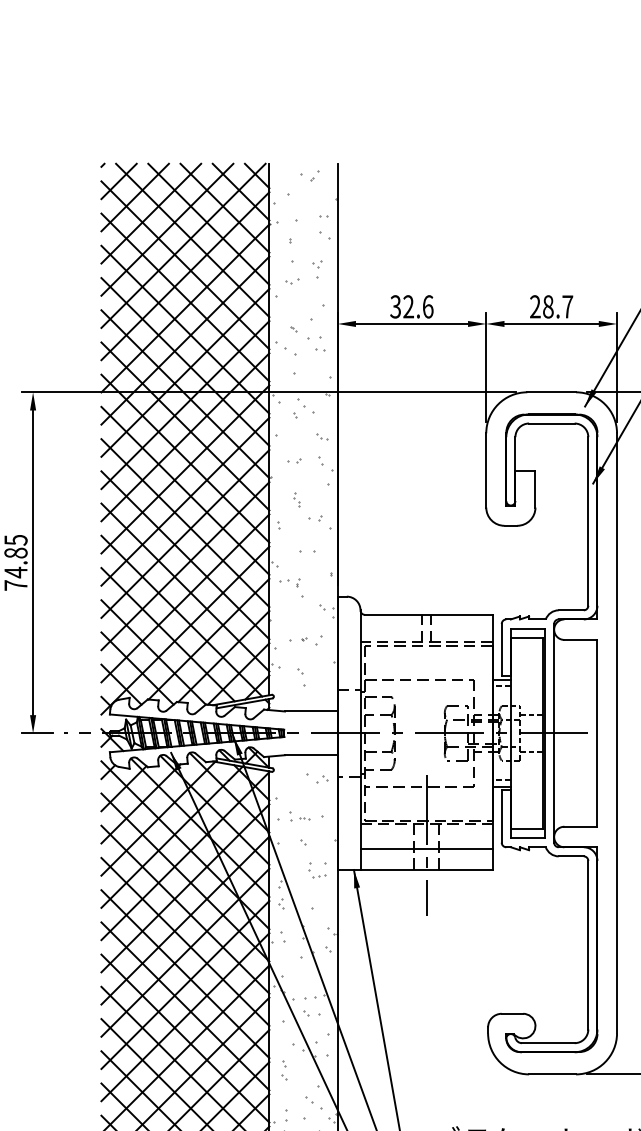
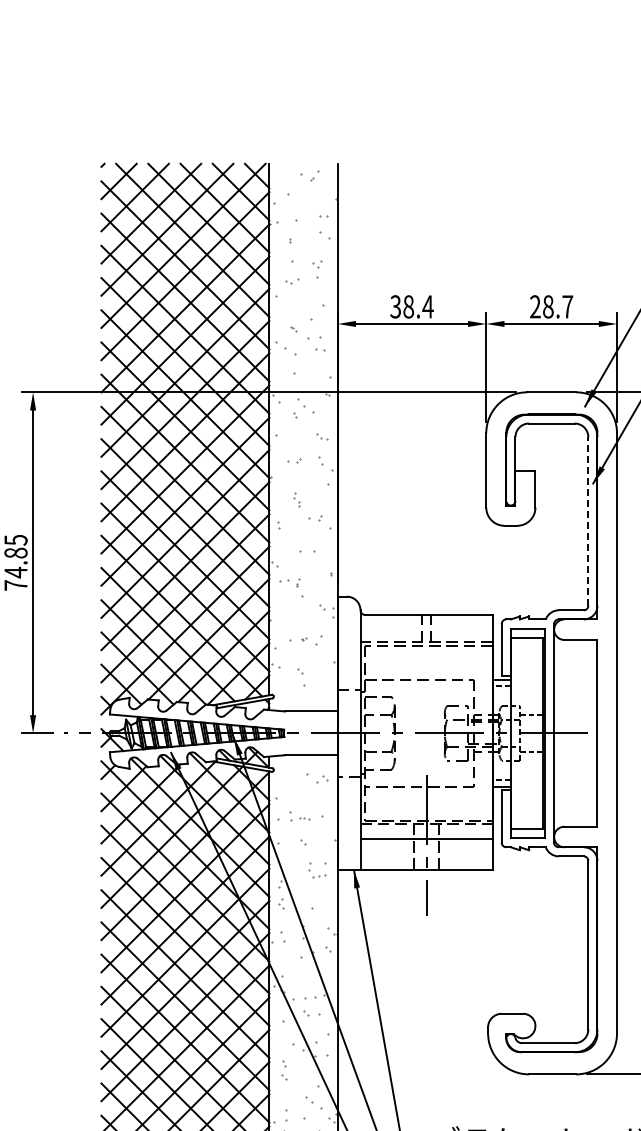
text at (418, 306): 32.6 -> 38.4
line at (588, 520): solid -> dashed
line at (426, 848) position: (426, 848) -> (426, 838)
